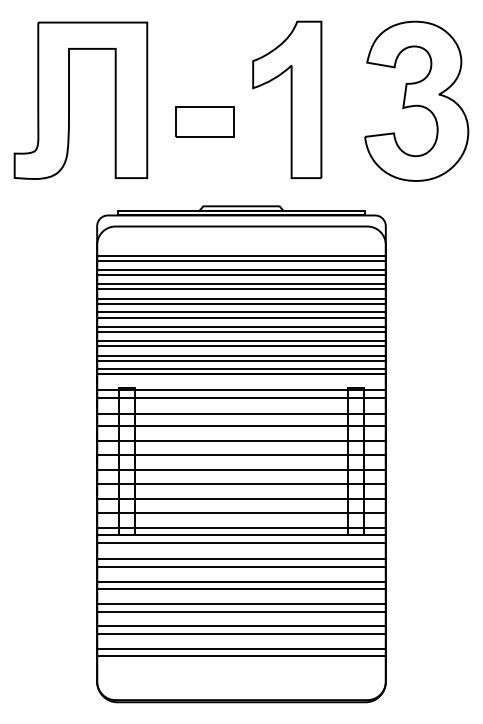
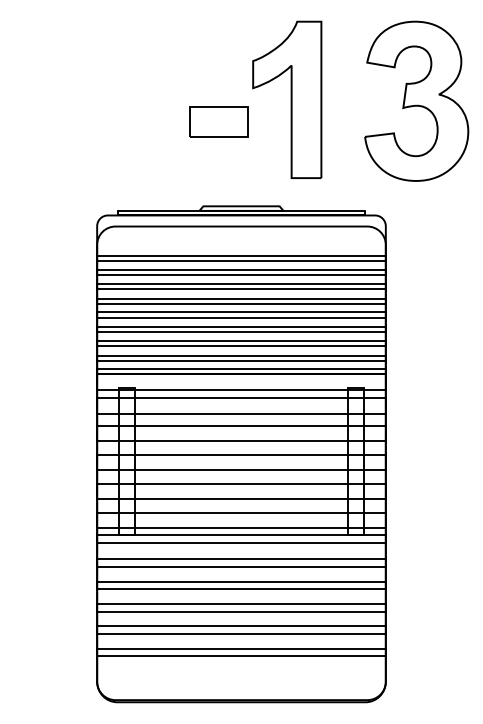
part at (69, 100): present -> none
part at (204, 121) position: (204, 121) -> (218, 121)
